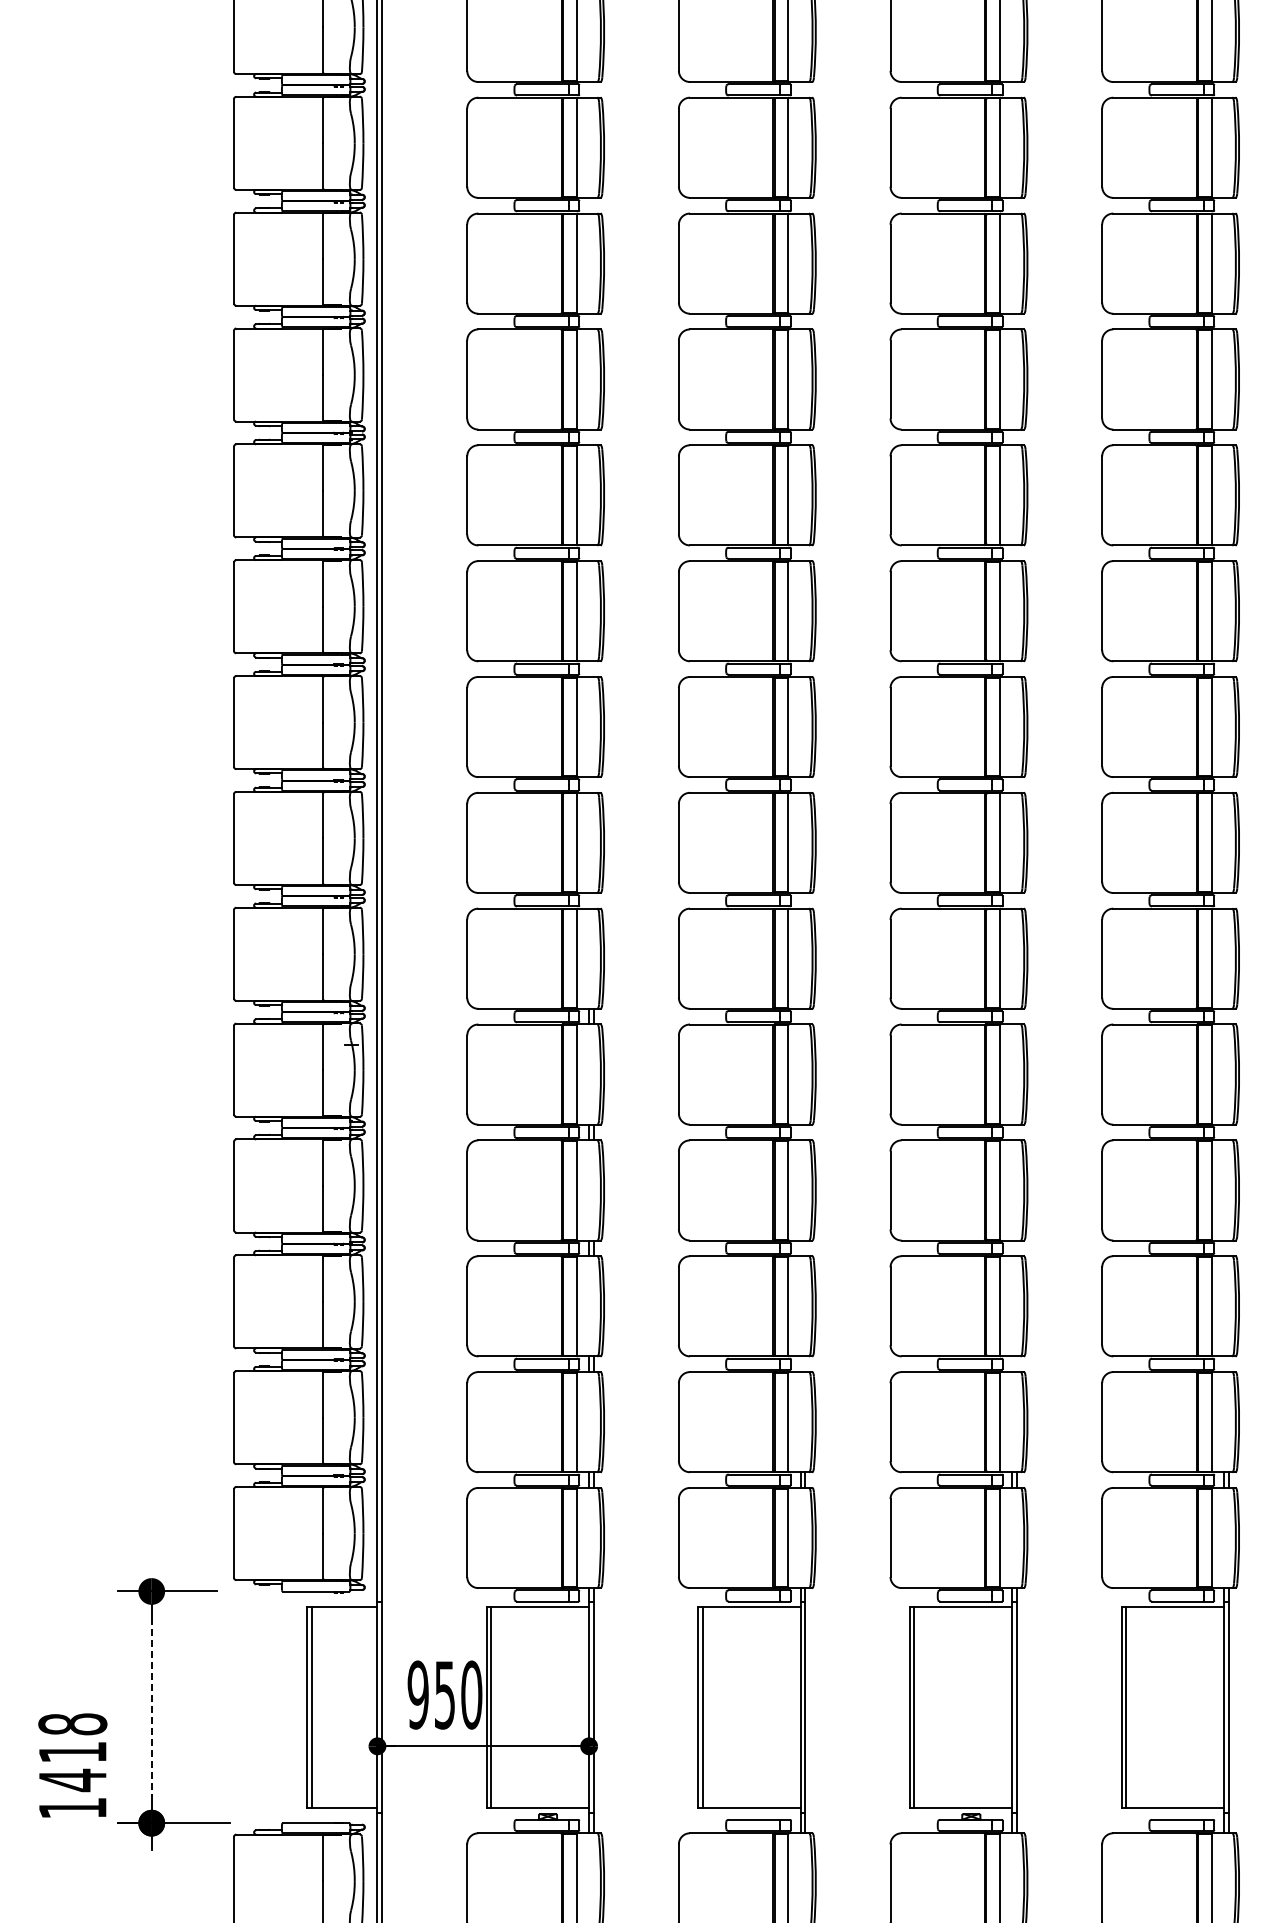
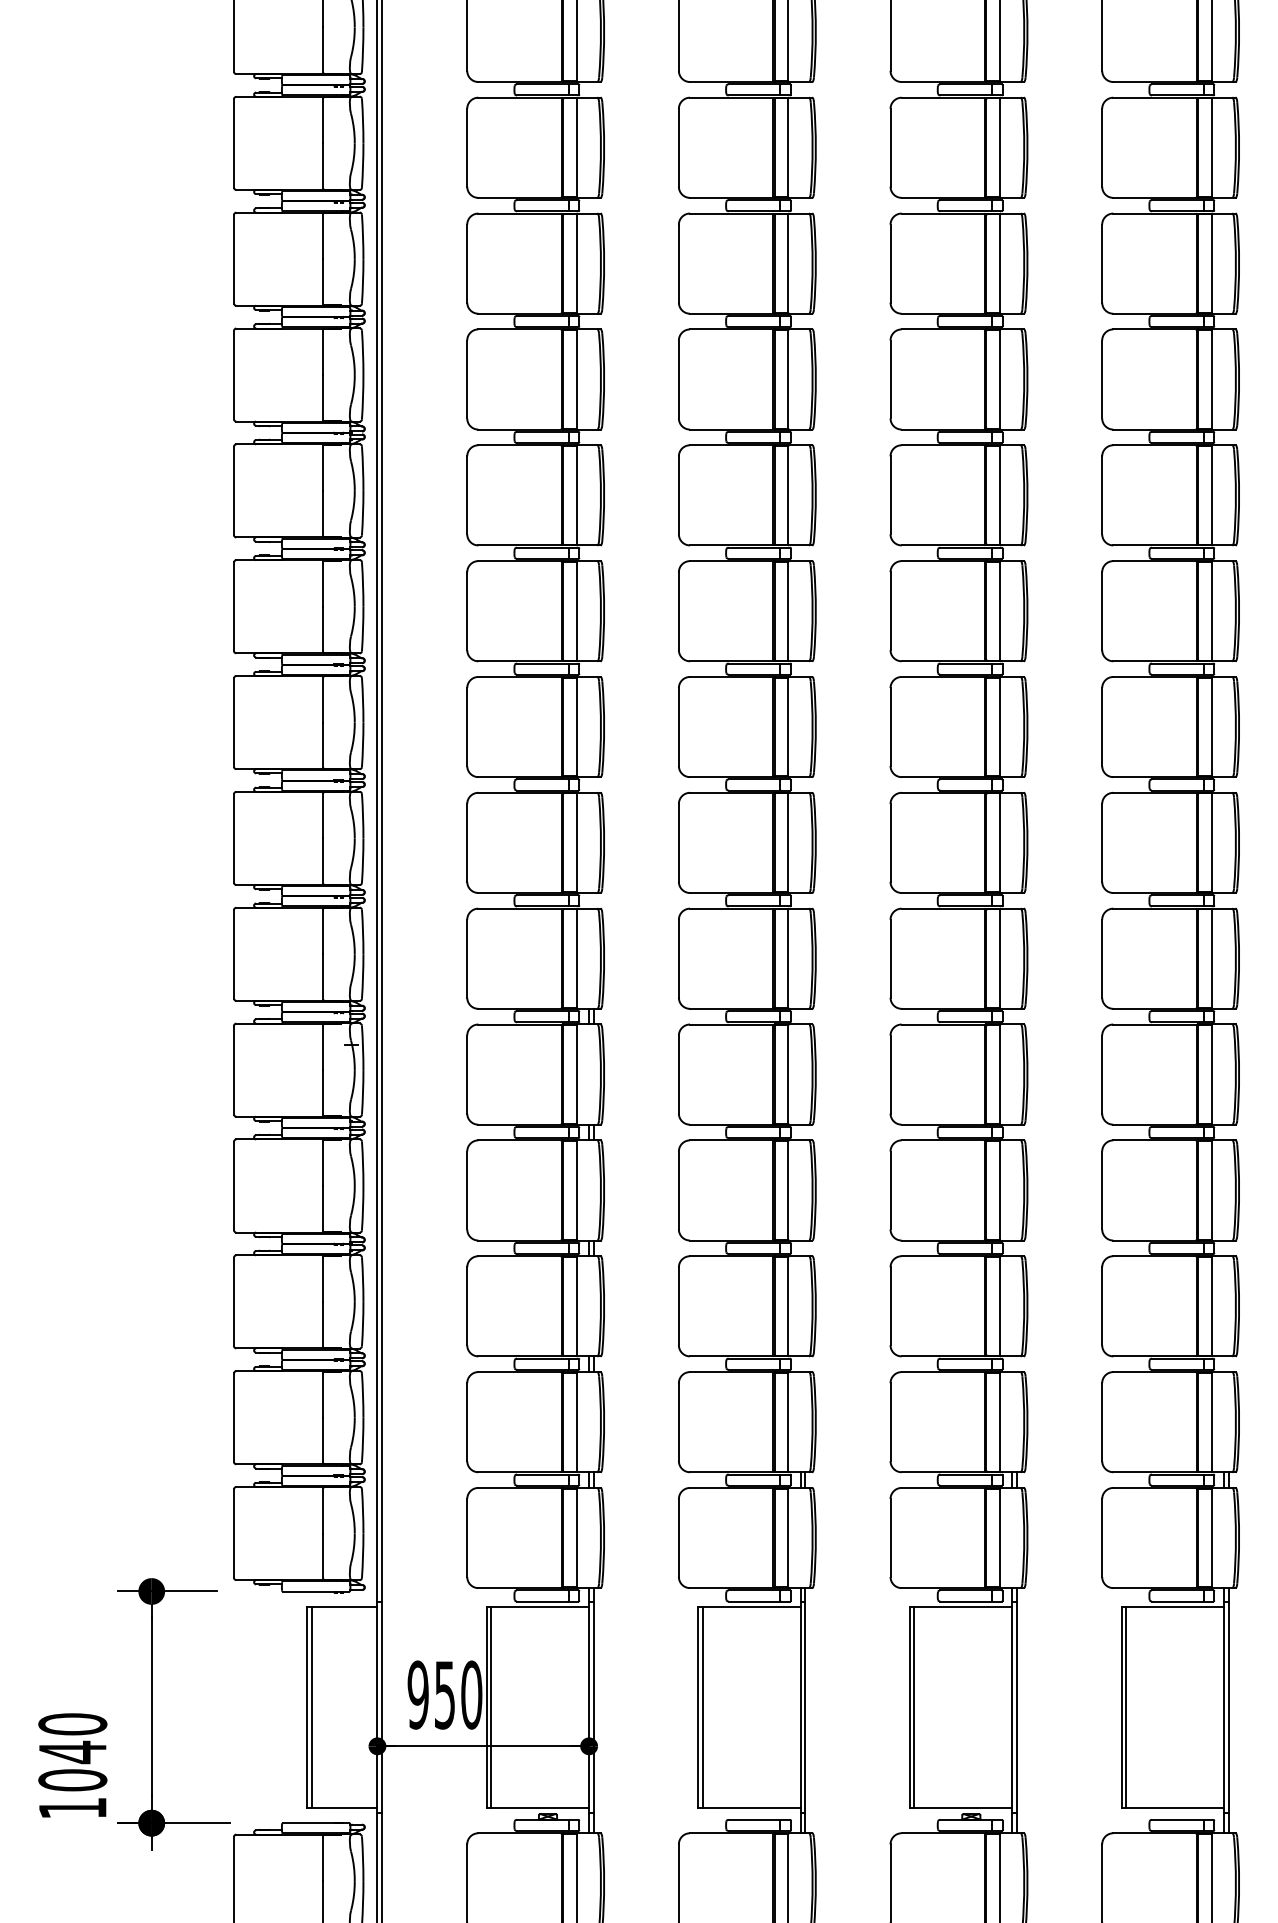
line at (151, 1707): dashed -> solid
text at (72, 1752): 1418 -> 1040
